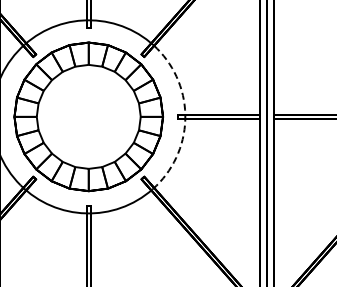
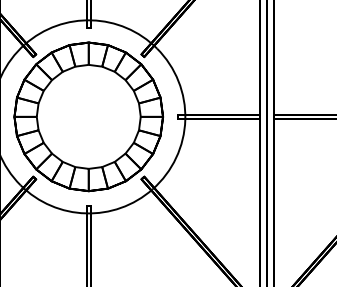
arc at (185, 119): dashed -> solid
